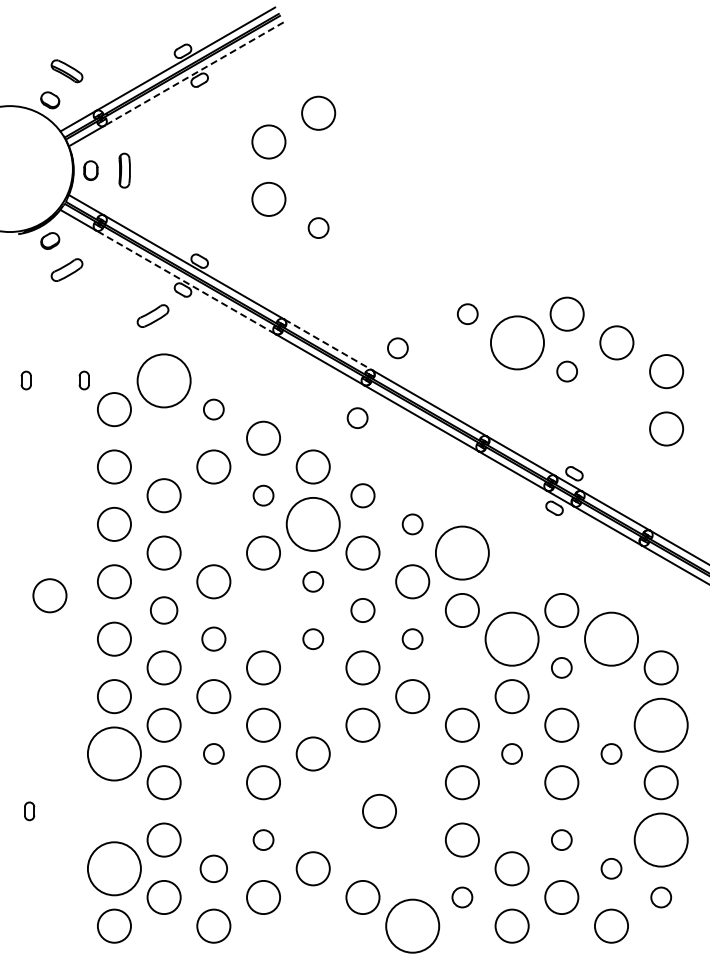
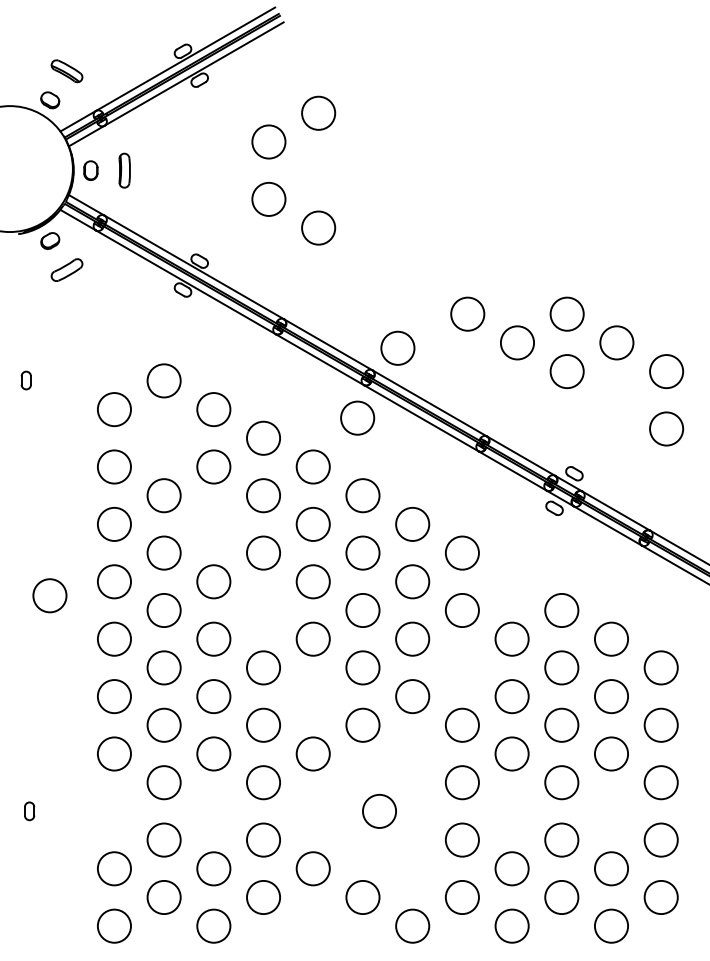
line at (193, 74): dashed -> solid
circle at (318, 228) diameter: 20 px -> 33 px
line at (185, 282): dashed -> solid
circle at (467, 314) diameter: 20 px -> 33 px
part at (152, 315): present -> none
circle at (516, 342) diameter: 53 px -> 33 px
line at (328, 344): dashed -> solid
circle at (397, 348) diameter: 20 px -> 33 px
circle at (567, 371) diameter: 20 px -> 33 px
part at (83, 380): present -> none
circle at (163, 380) diameter: 53 px -> 33 px
circle at (213, 409) diameter: 20 px -> 33 px
circle at (357, 418) diameter: 20 px -> 33 px
circle at (263, 495) diameter: 20 px -> 33 px
circle at (362, 495) size: 26x26 px -> 36x36 px
circle at (312, 523) diameter: 53 px -> 33 px
circle at (412, 524) diameter: 20 px -> 33 px
circle at (461, 552) diameter: 53 px -> 33 px
circle at (313, 581) diameter: 20 px -> 33 px
circle at (164, 610) size: 29x29 px -> 36x35 px
circle at (362, 610) size: 26x25 px -> 36x35 px
circle at (213, 638) size: 26x26 px -> 36x36 px
circle at (511, 638) diameter: 53 px -> 33 px
circle at (611, 638) diameter: 53 px -> 33 px
circle at (313, 639) diameter: 20 px -> 33 px
circle at (412, 639) diameter: 20 px -> 33 px
circle at (561, 667) diameter: 20 px -> 33 px
circle at (611, 696): none -> present
circle at (660, 724) diameter: 53 px -> 33 px
circle at (113, 753) diameter: 53 px -> 33 px
circle at (213, 753) size: 22x22 px -> 36x36 px
circle at (512, 753) diameter: 20 px -> 33 px
circle at (611, 753) diameter: 20 px -> 33 px
circle at (660, 839) diameter: 53 px -> 33 px
circle at (263, 840) diameter: 20 px -> 33 px
circle at (561, 840) diameter: 20 px -> 33 px
circle at (113, 868) diameter: 53 px -> 33 px
circle at (213, 868) size: 29x29 px -> 36x36 px
circle at (611, 868) diameter: 20 px -> 33 px
circle at (462, 897) diameter: 20 px -> 33 px
circle at (661, 897) diameter: 20 px -> 33 px
circle at (412, 925) diameter: 53 px -> 33 px
